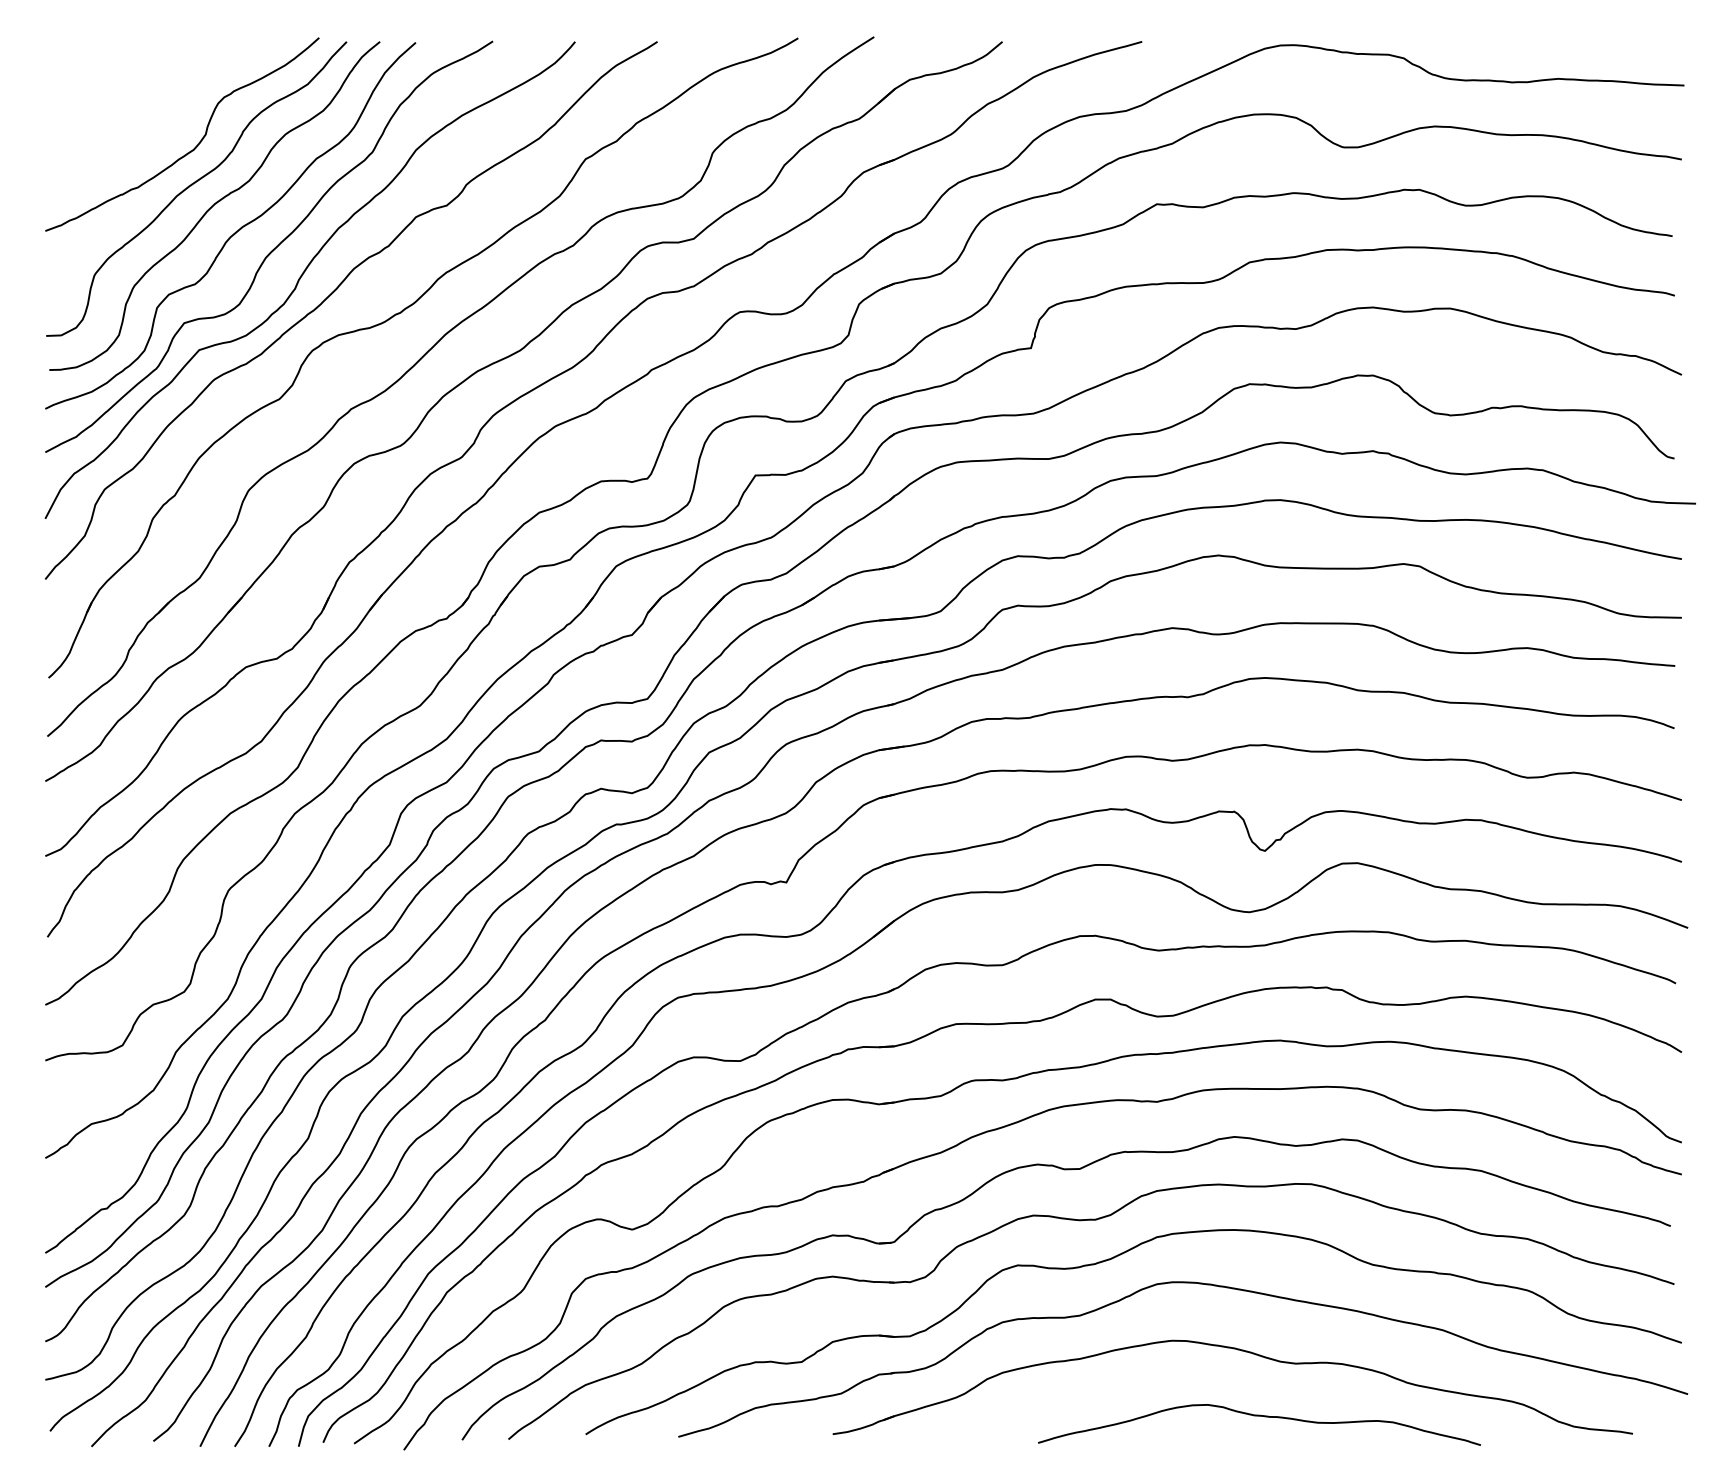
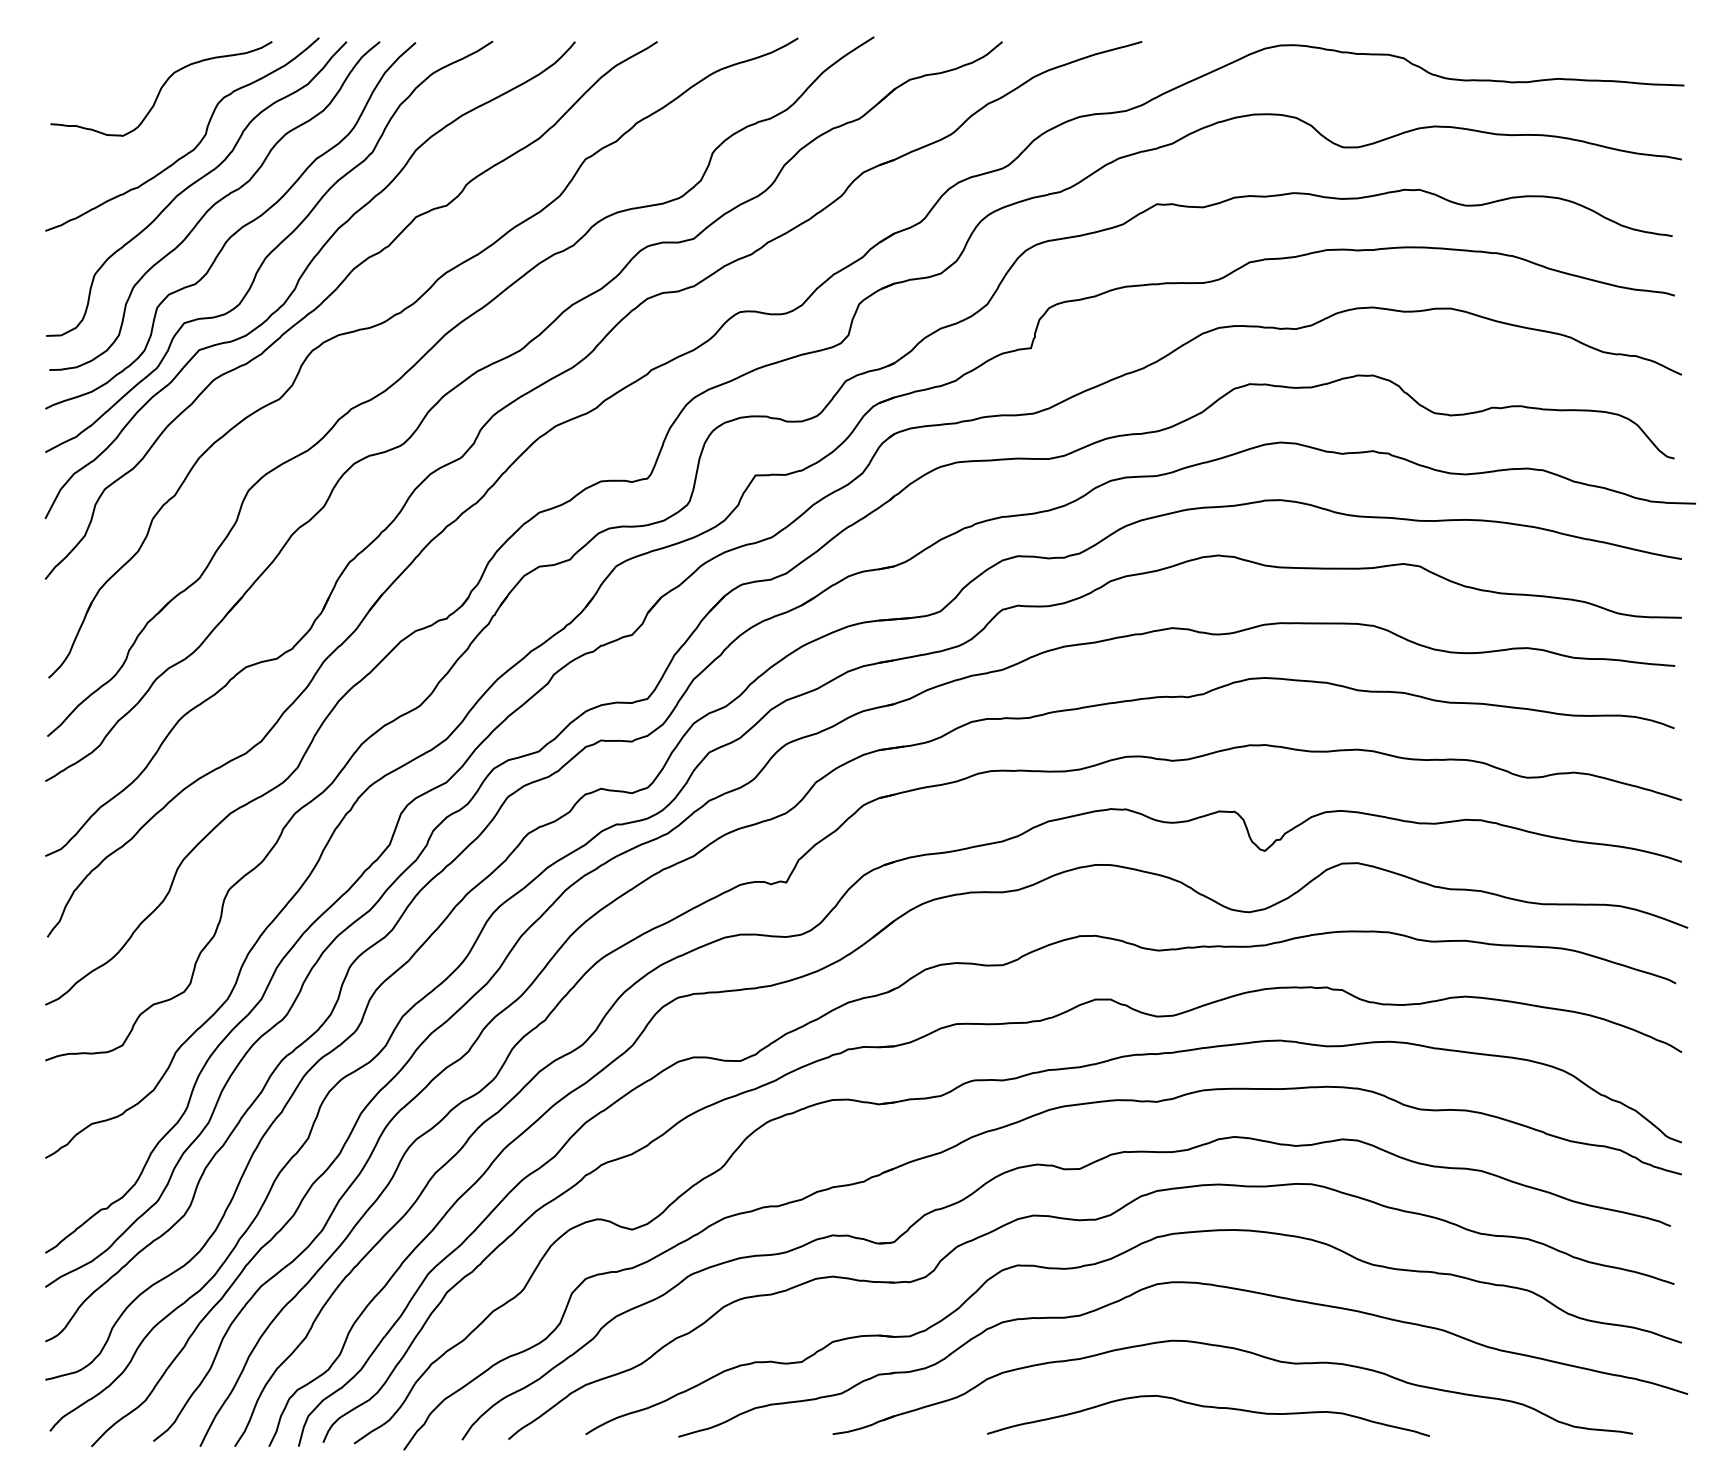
curve at (161, 88): none -> present
curve at (1259, 1416) position: (1259, 1416) -> (1208, 1407)
